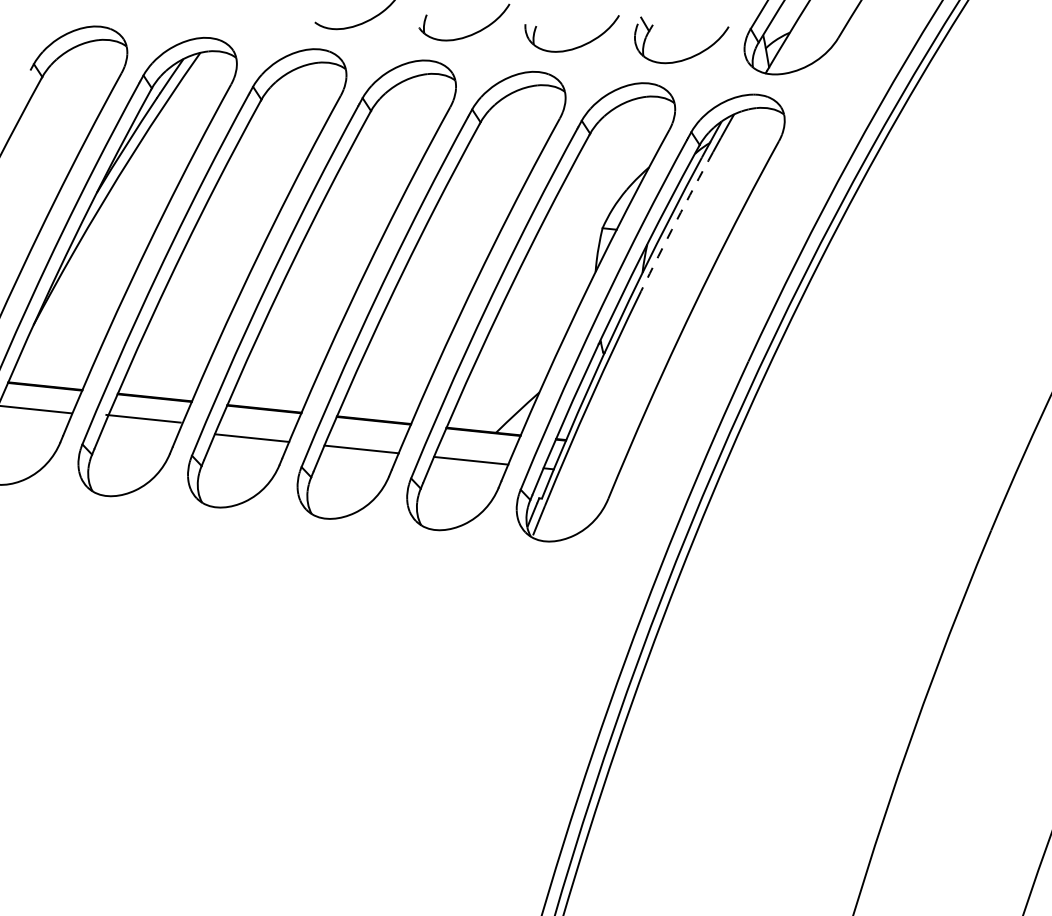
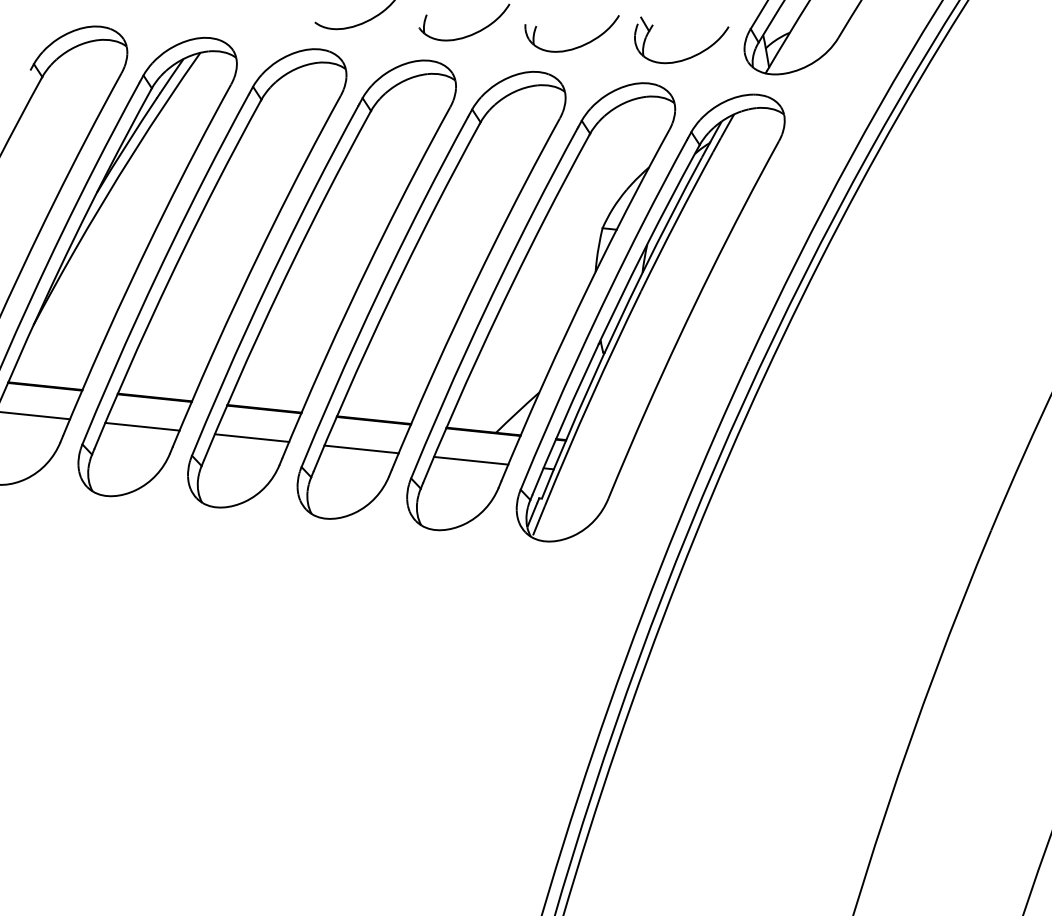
arc at (676, 221): dashed -> solid
line at (36, 409) position: (36, 409) -> (36, 415)
line at (143, 418) position: (143, 418) -> (142, 426)
